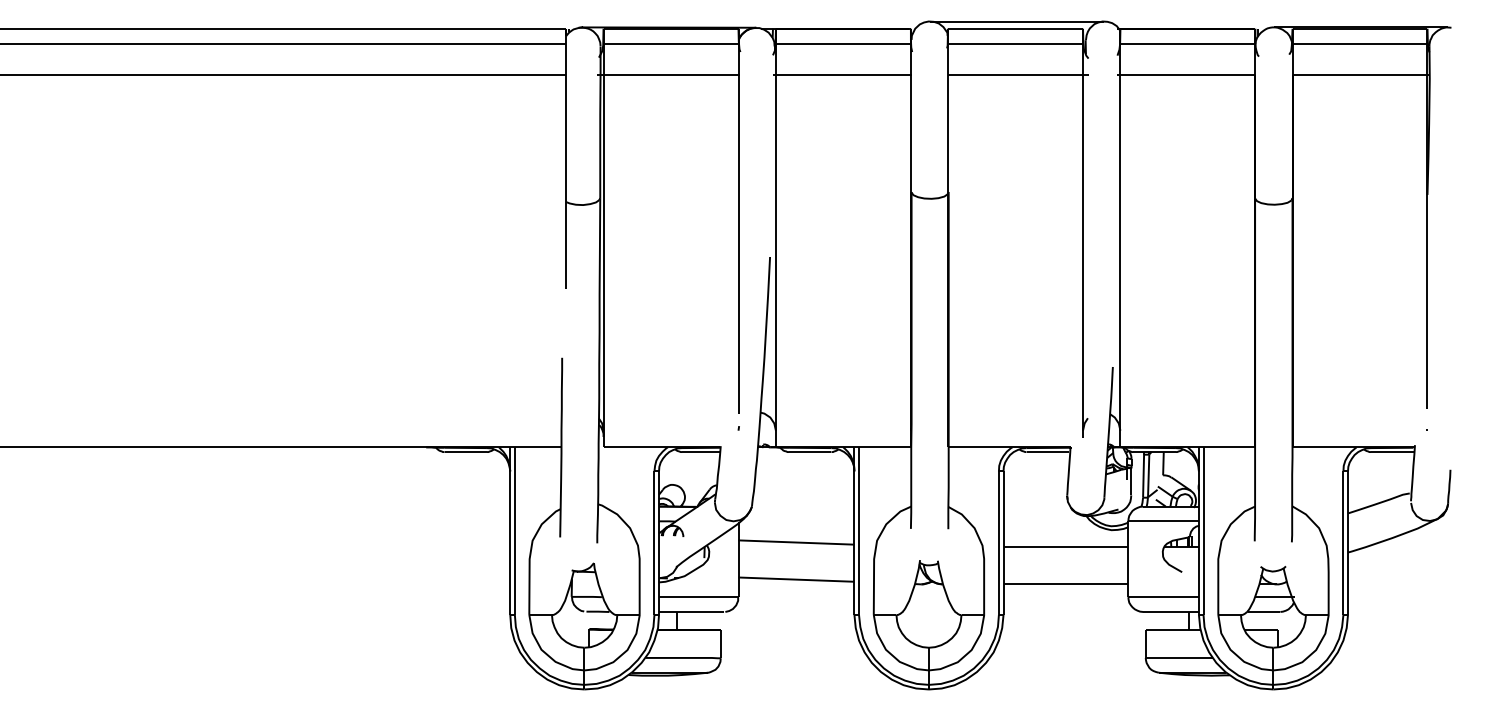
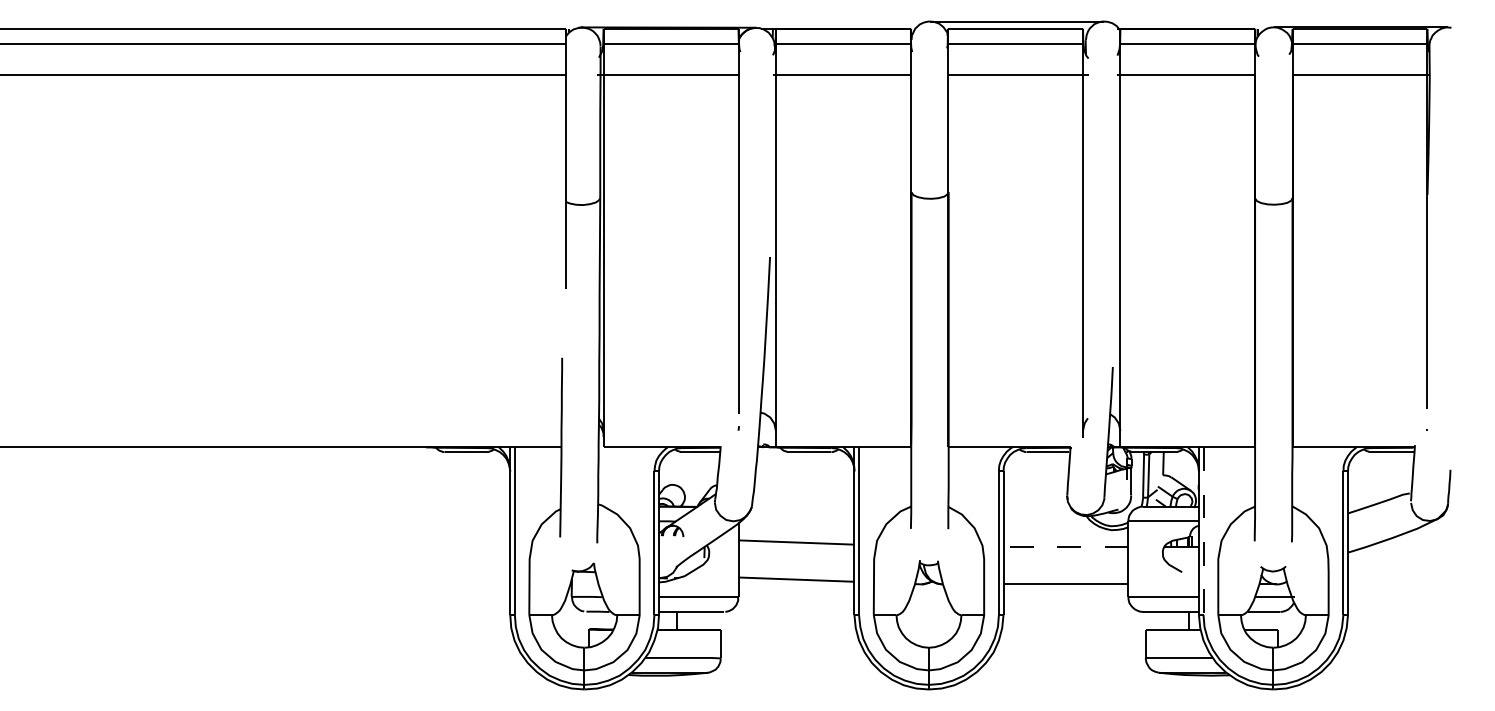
line at (1203, 531): solid -> dashed
line at (1065, 547): solid -> dashed
